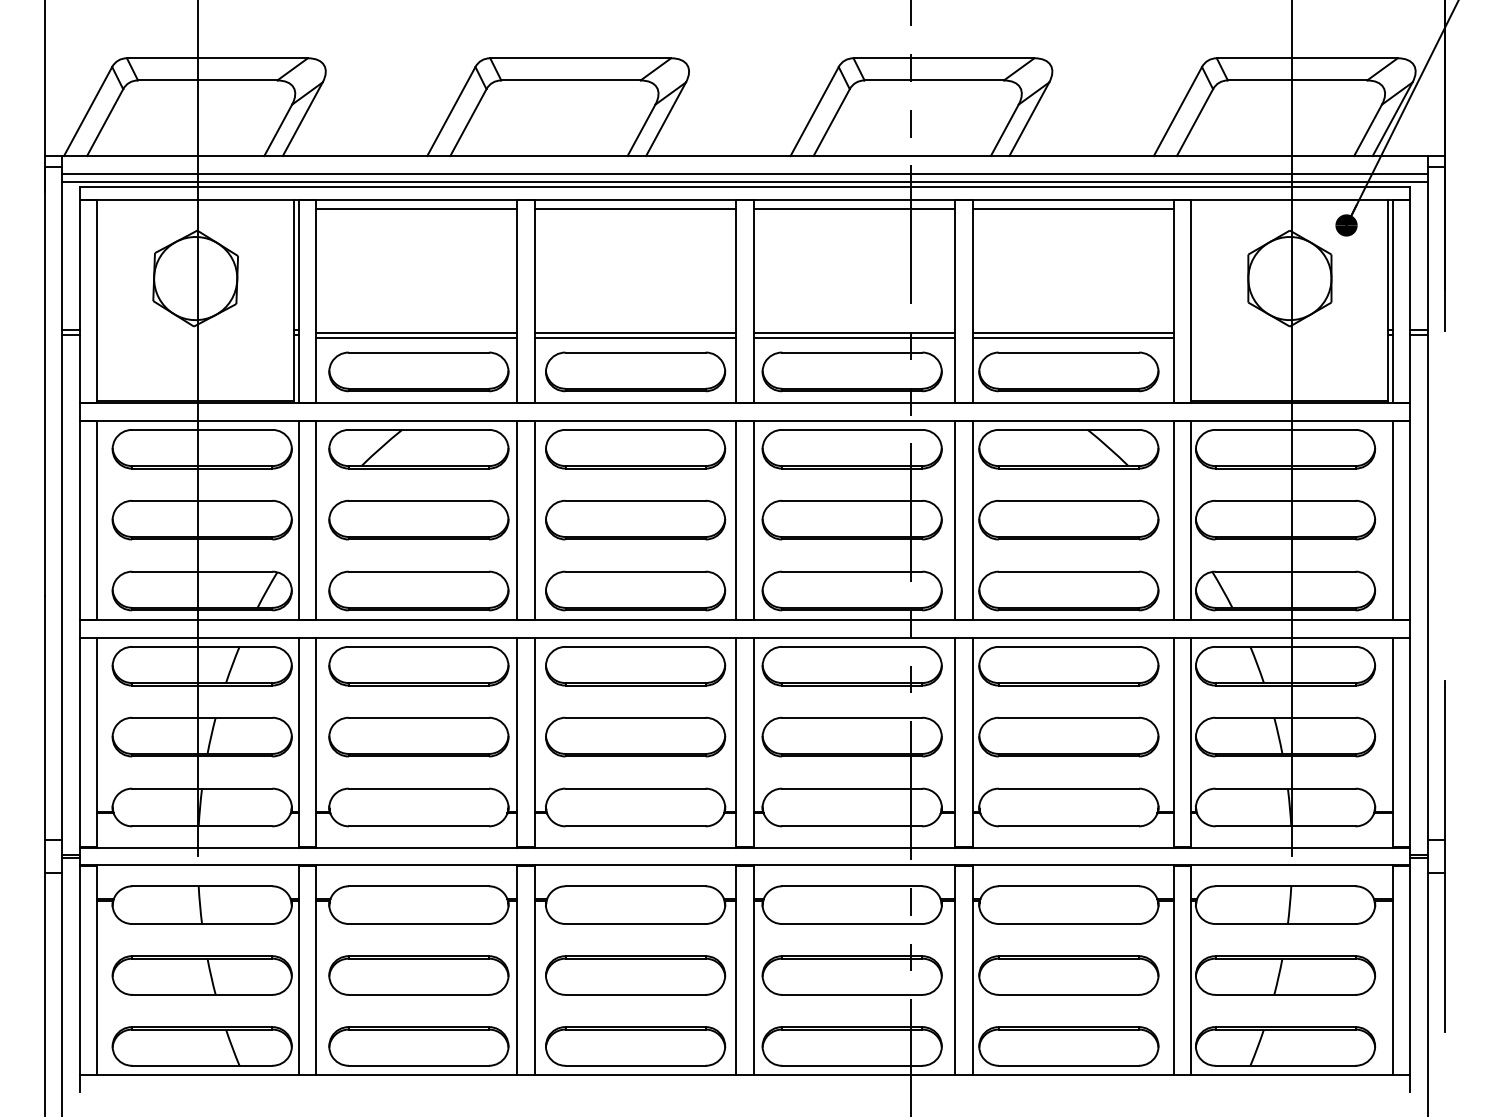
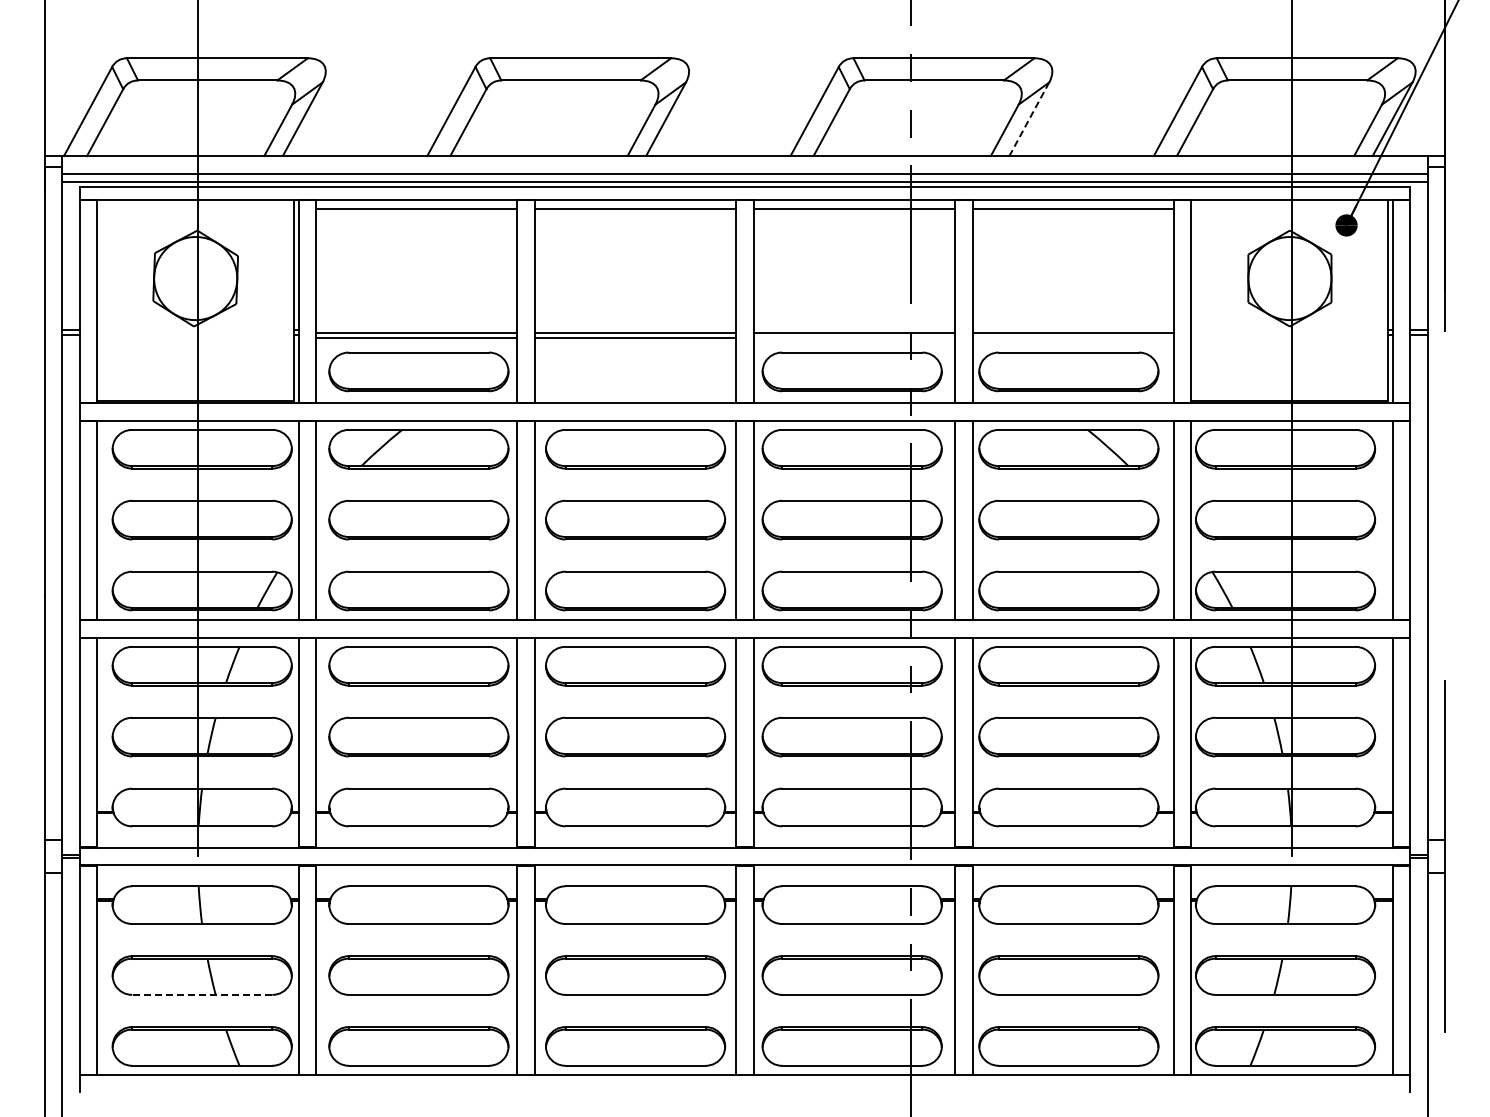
line at (1029, 119): solid -> dashed
line at (854, 337): present -> none
line at (1072, 337): present -> none
part at (635, 371): present -> none
line at (201, 994): solid -> dashed
